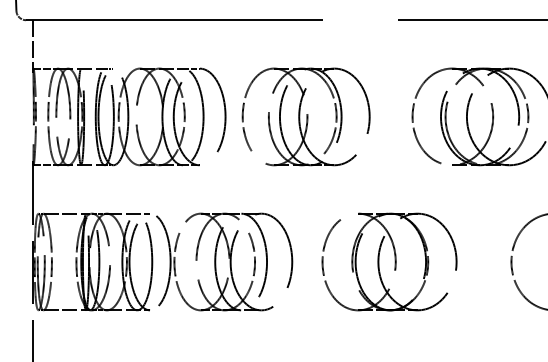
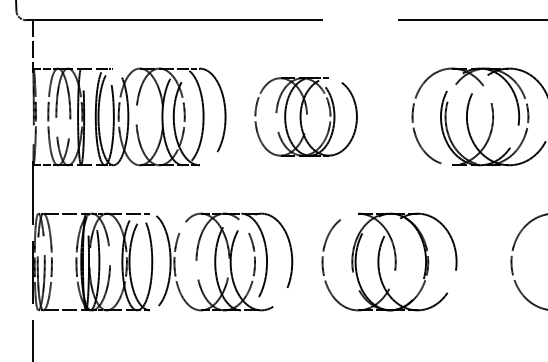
part at (305, 116) size: 130x100 px -> 104x80 px
